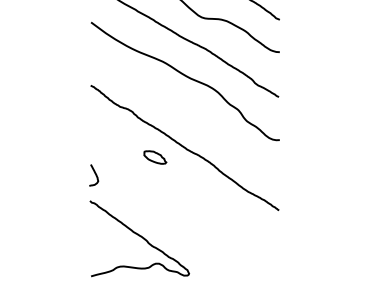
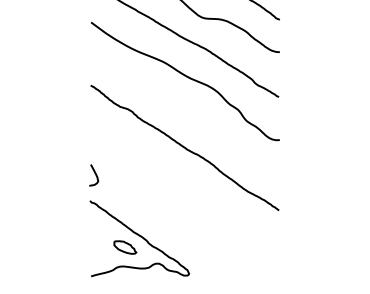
part at (155, 157) position: (155, 157) -> (125, 247)
